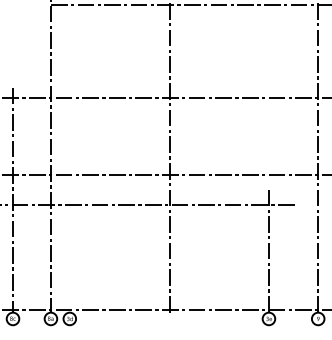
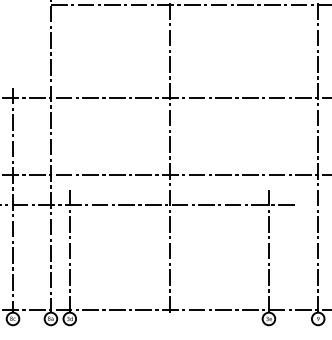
line at (69, 249): none -> present
